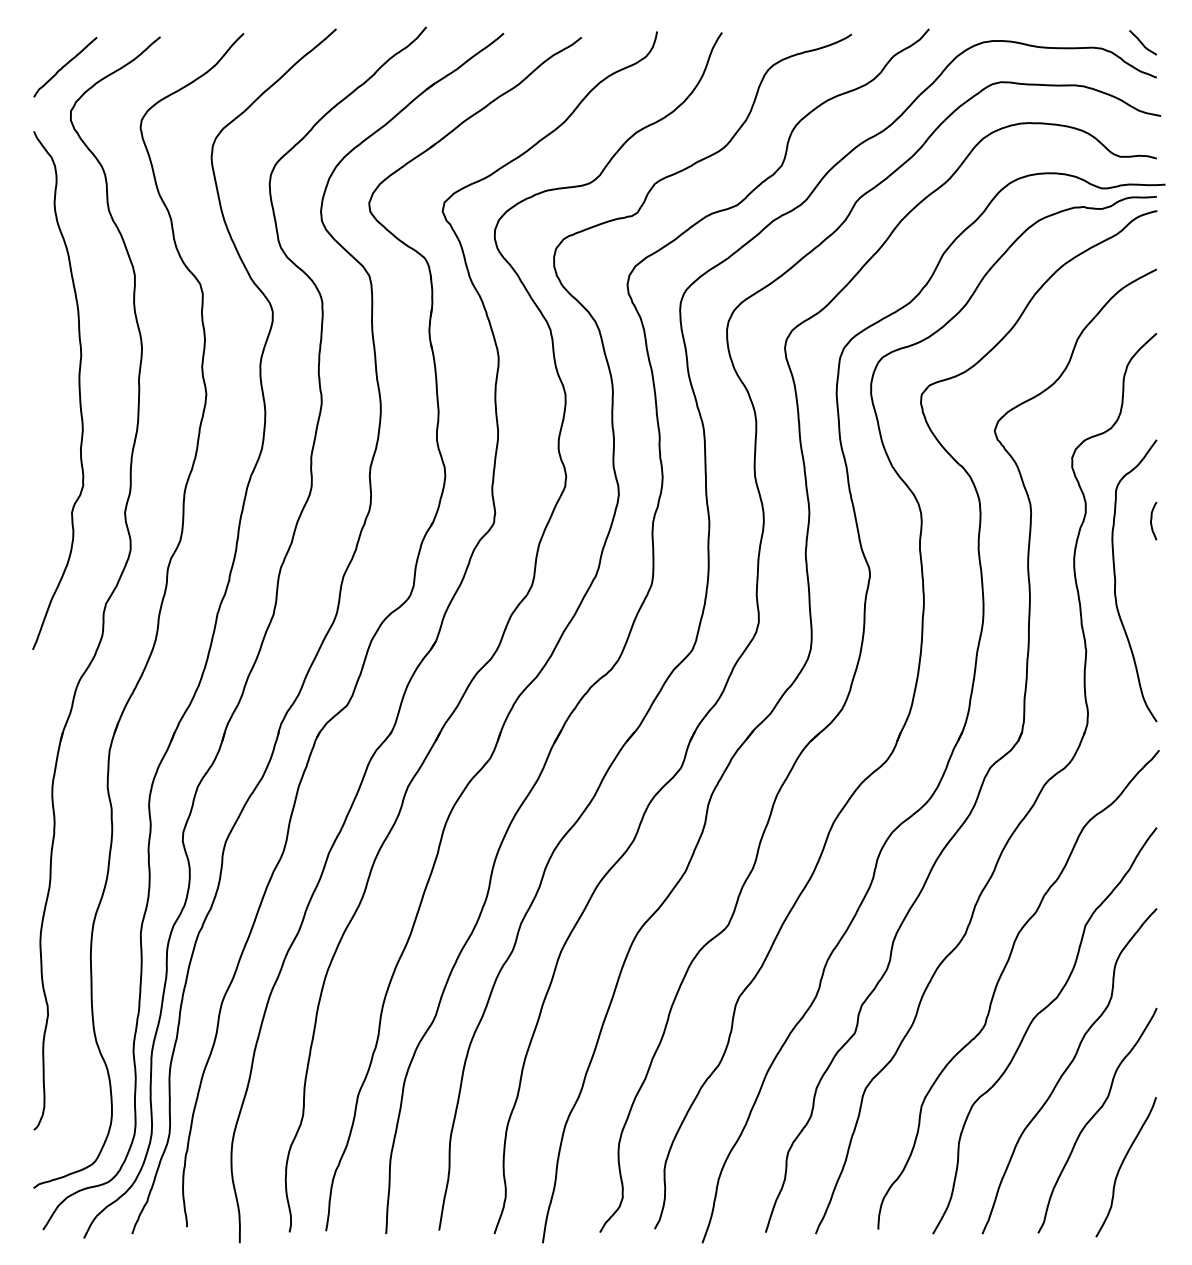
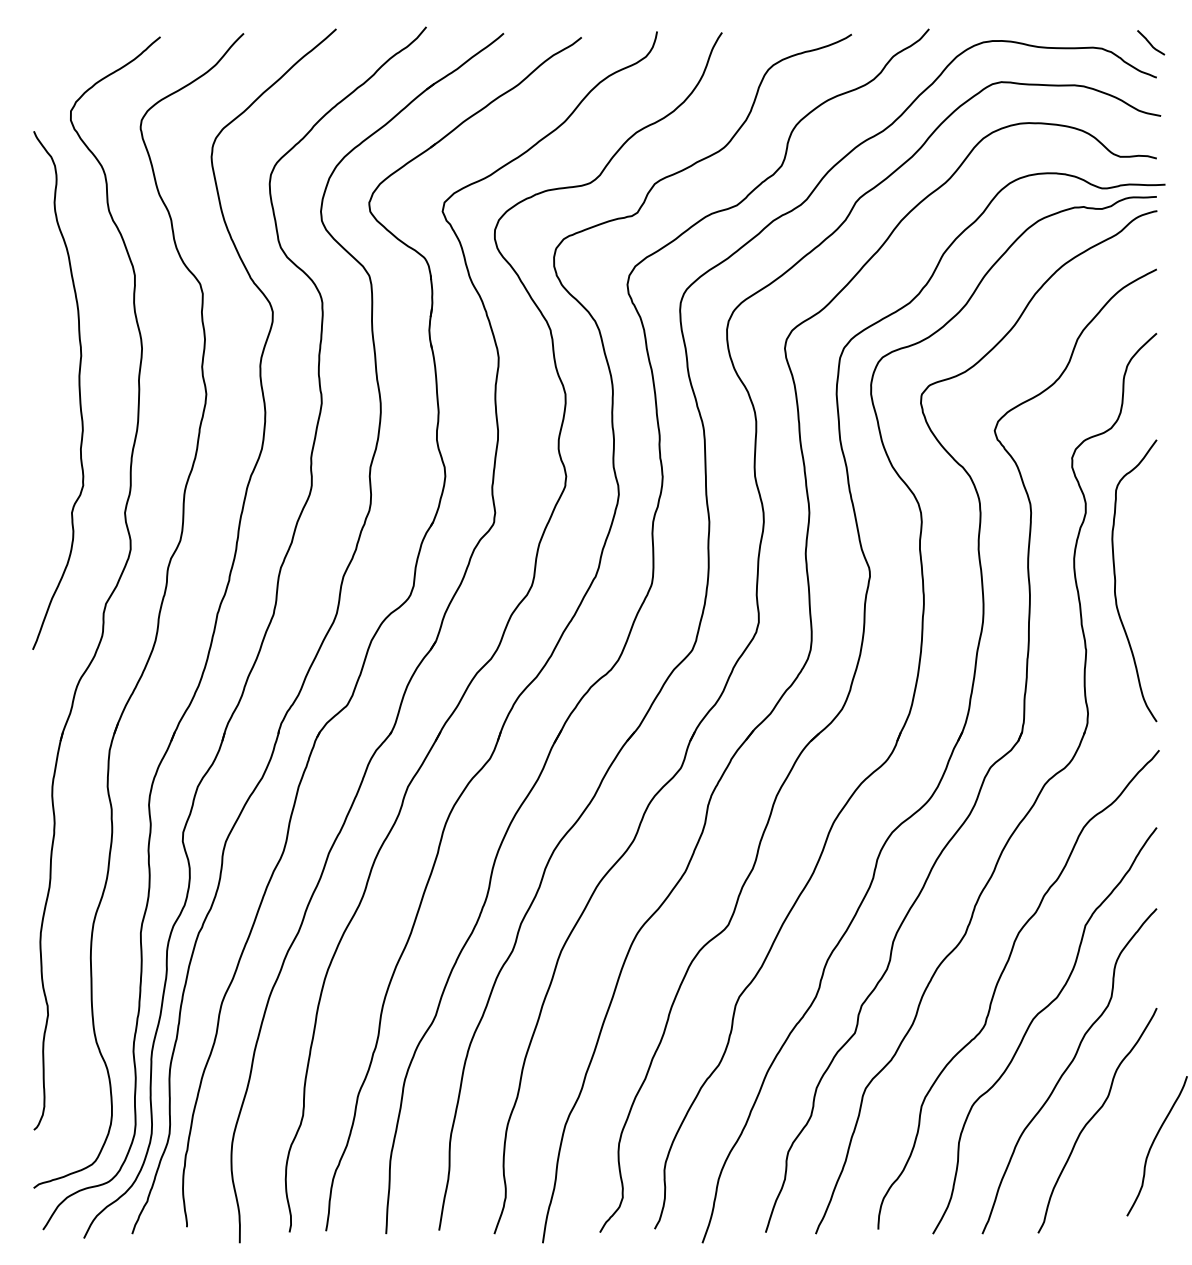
curve at (1142, 42) position: (1142, 42) -> (1150, 42)
curve at (65, 66): present -> none
curve at (1152, 519): present -> none
curve at (1122, 1165) position: (1122, 1165) -> (1153, 1144)
